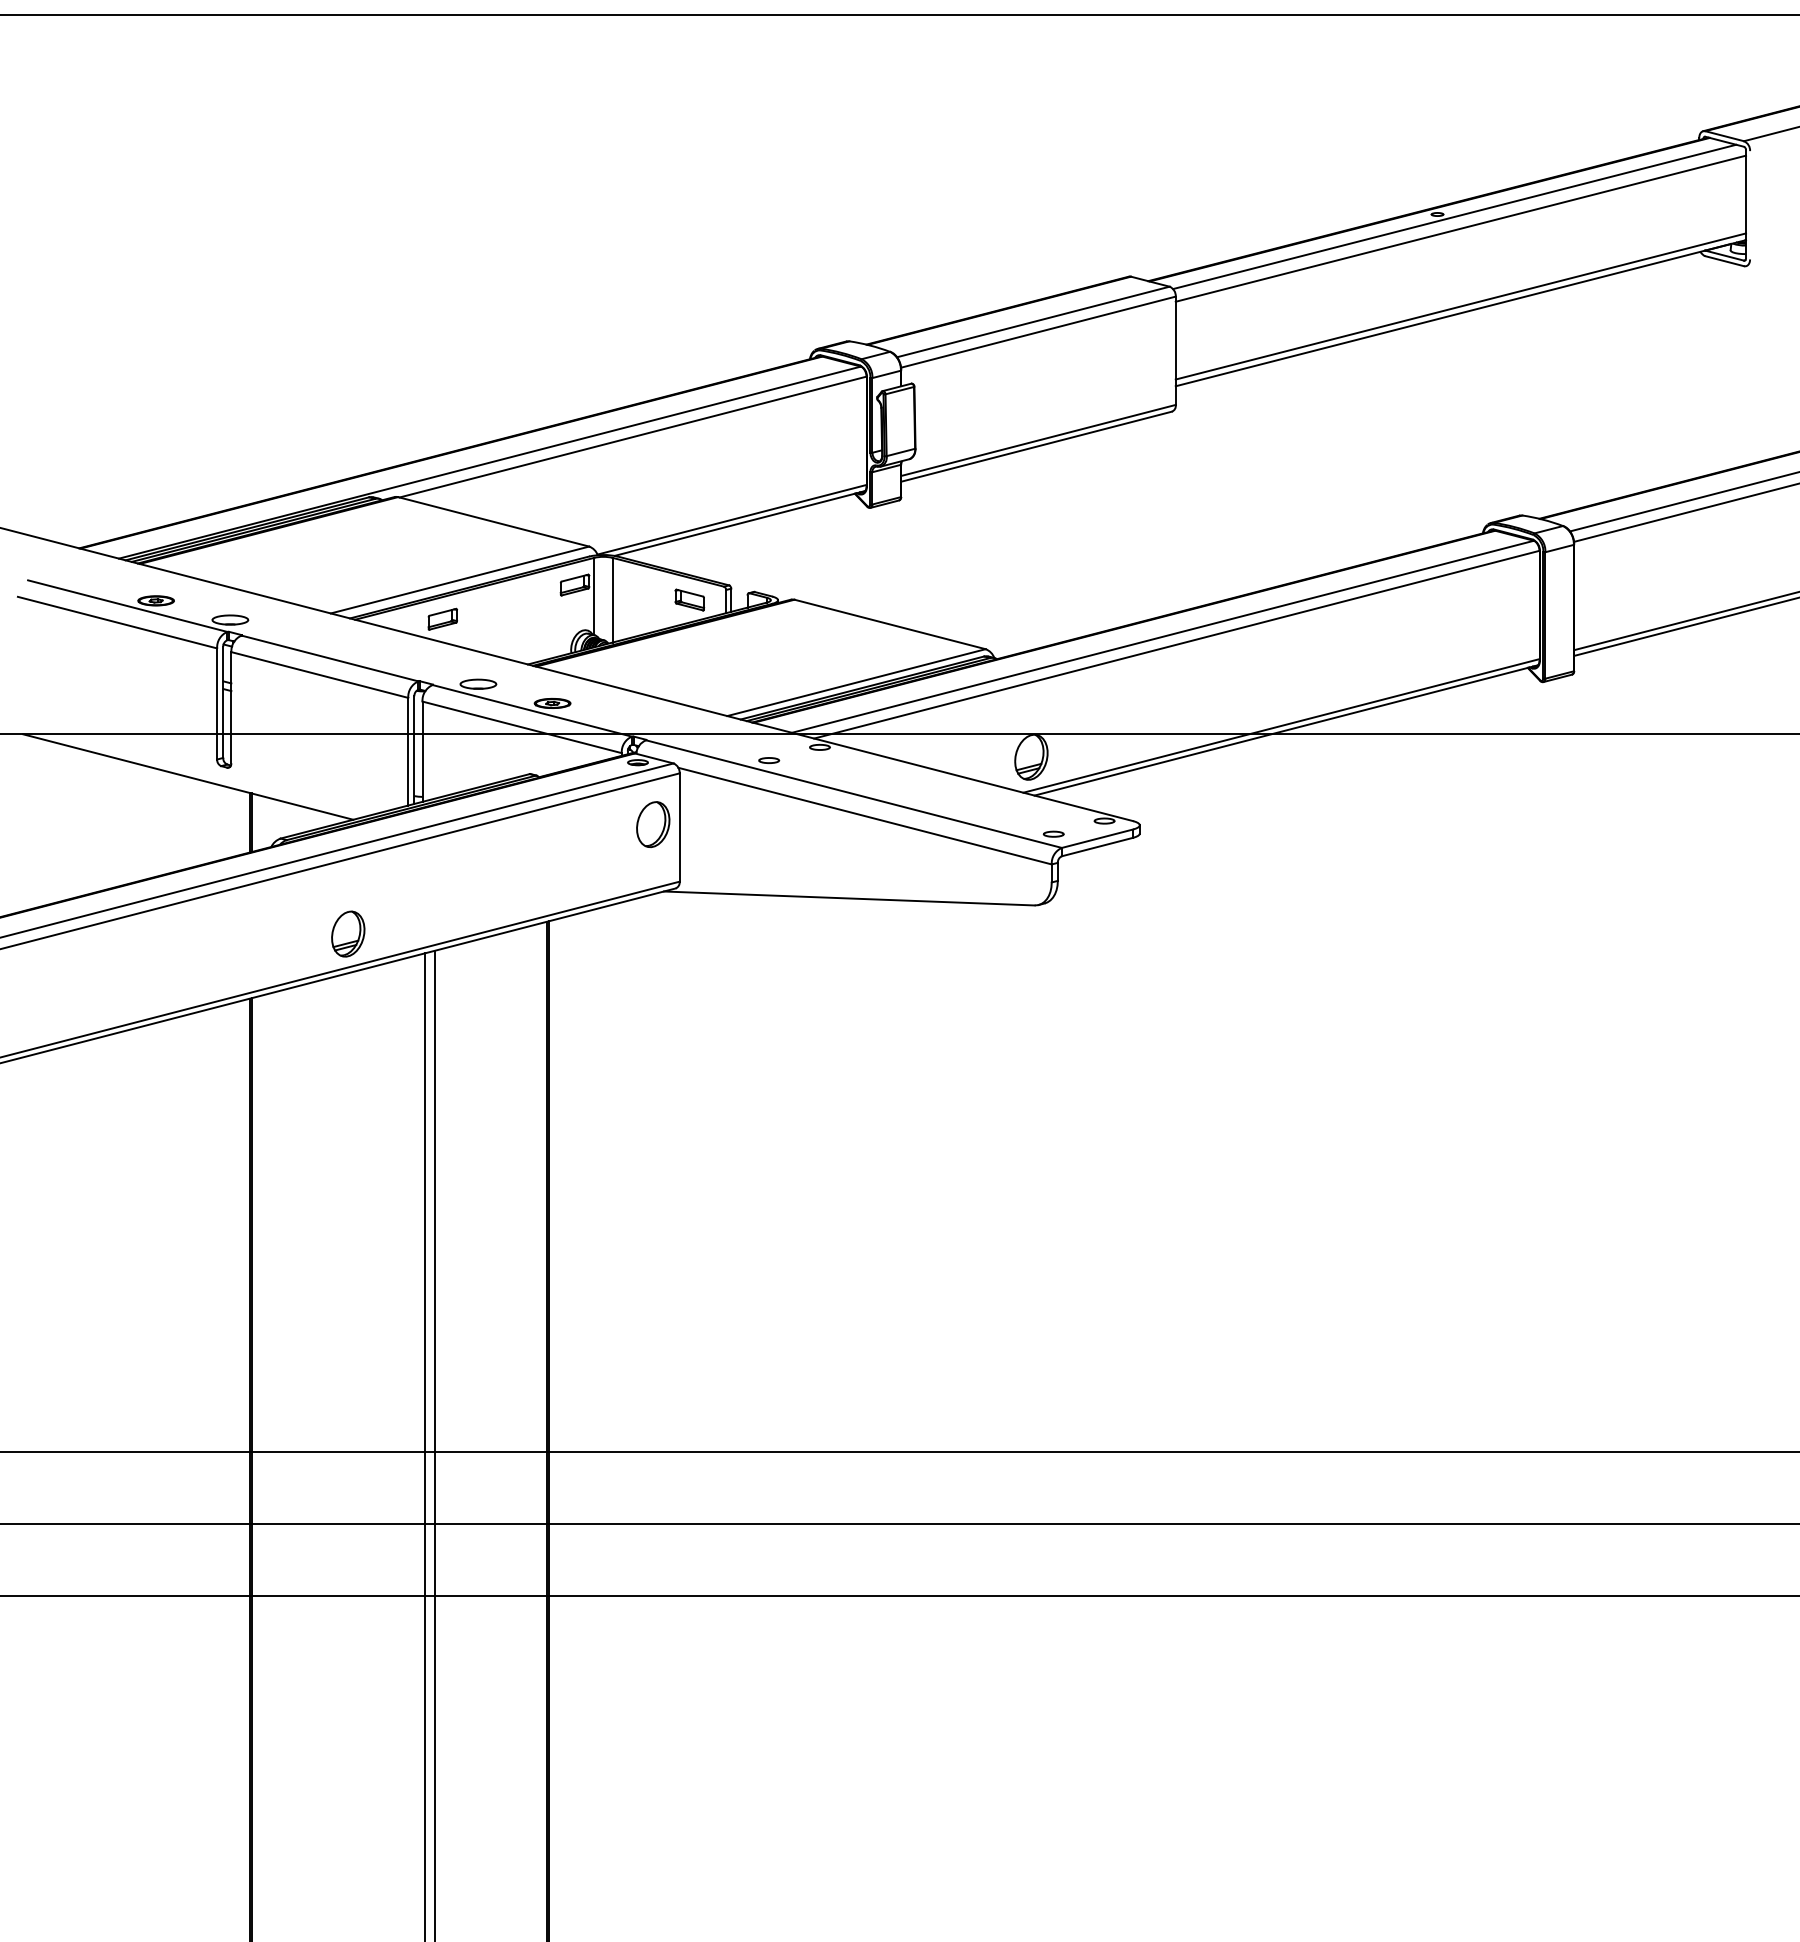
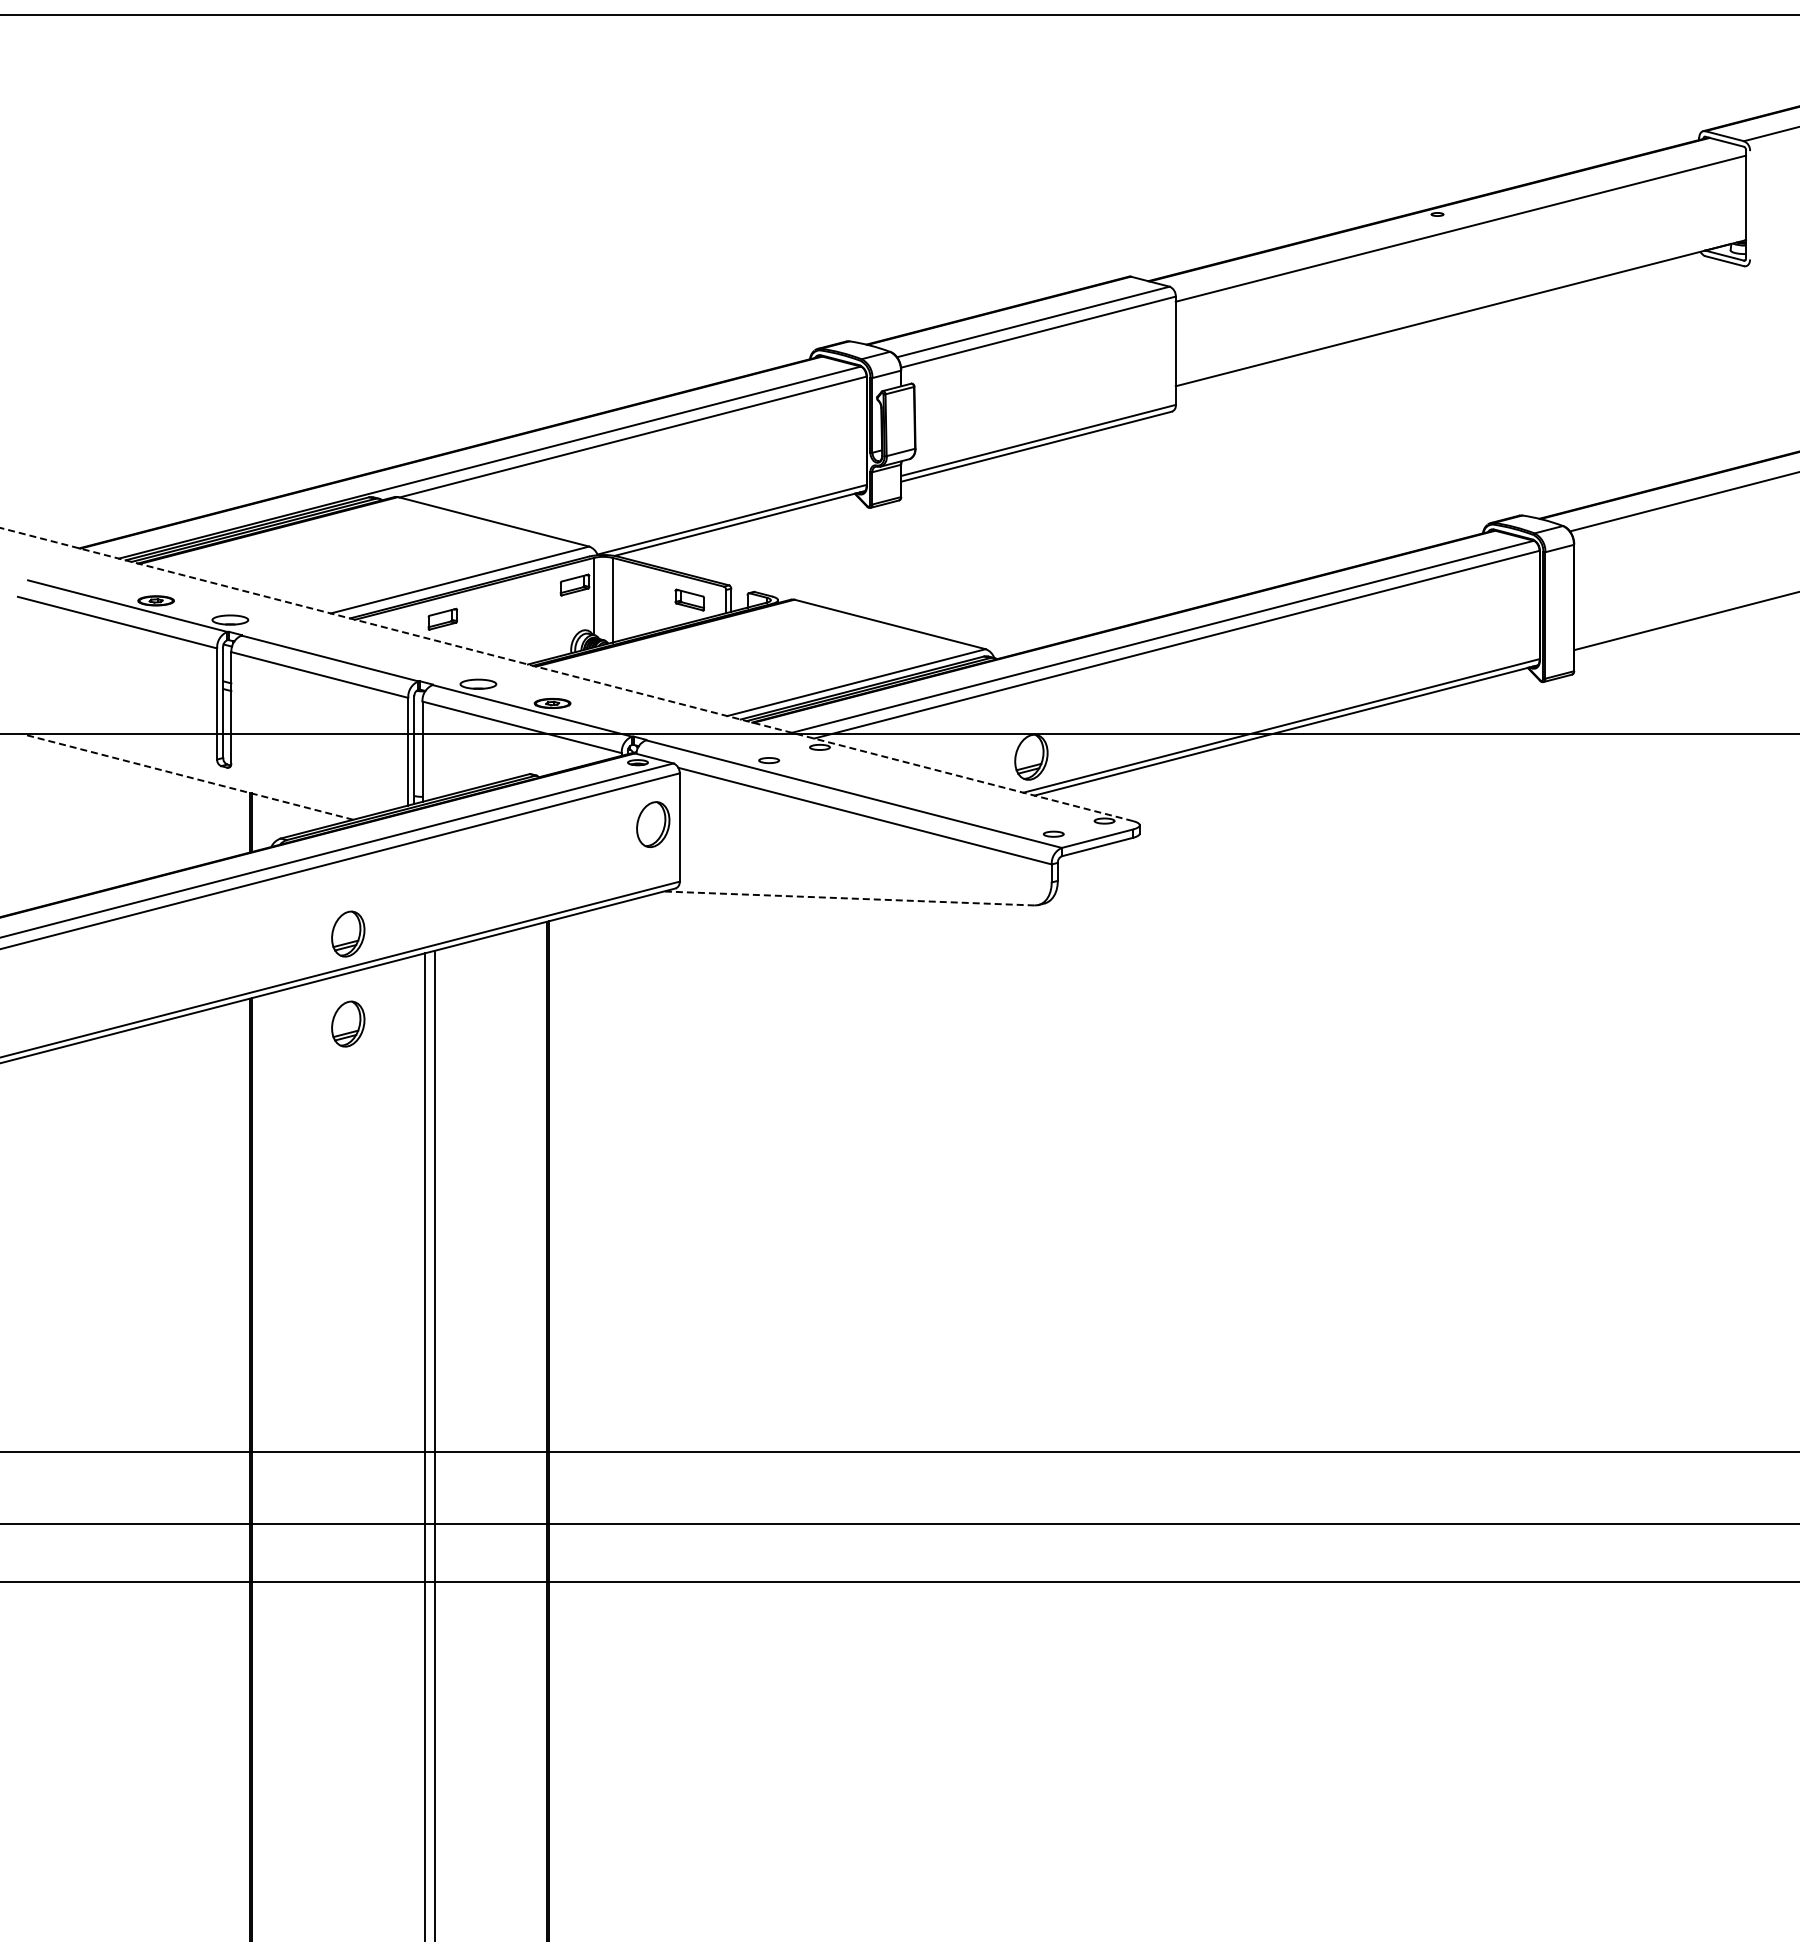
line at (1454, 216): present -> none
line at (1460, 306): present -> none
line at (1685, 512): present -> none
line at (1685, 626): present -> none
line at (566, 674): solid -> dashed
line at (188, 777): solid -> dashed
line at (848, 898): solid -> dashed
part at (348, 1023): none -> present
line at (899, 1596) position: (899, 1596) -> (899, 1582)
